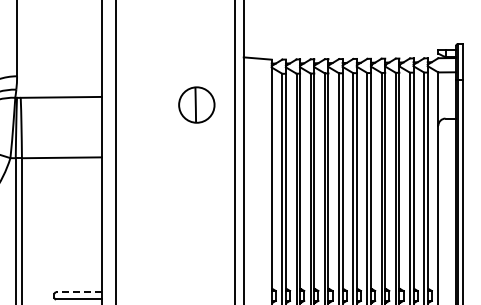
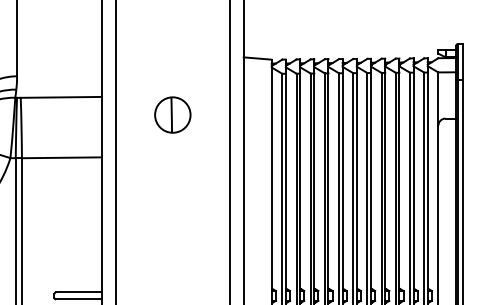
part at (196, 104) position: (196, 104) -> (172, 114)
line at (234, 151) position: (234, 151) -> (229, 151)
line at (79, 292): dashed -> solid
